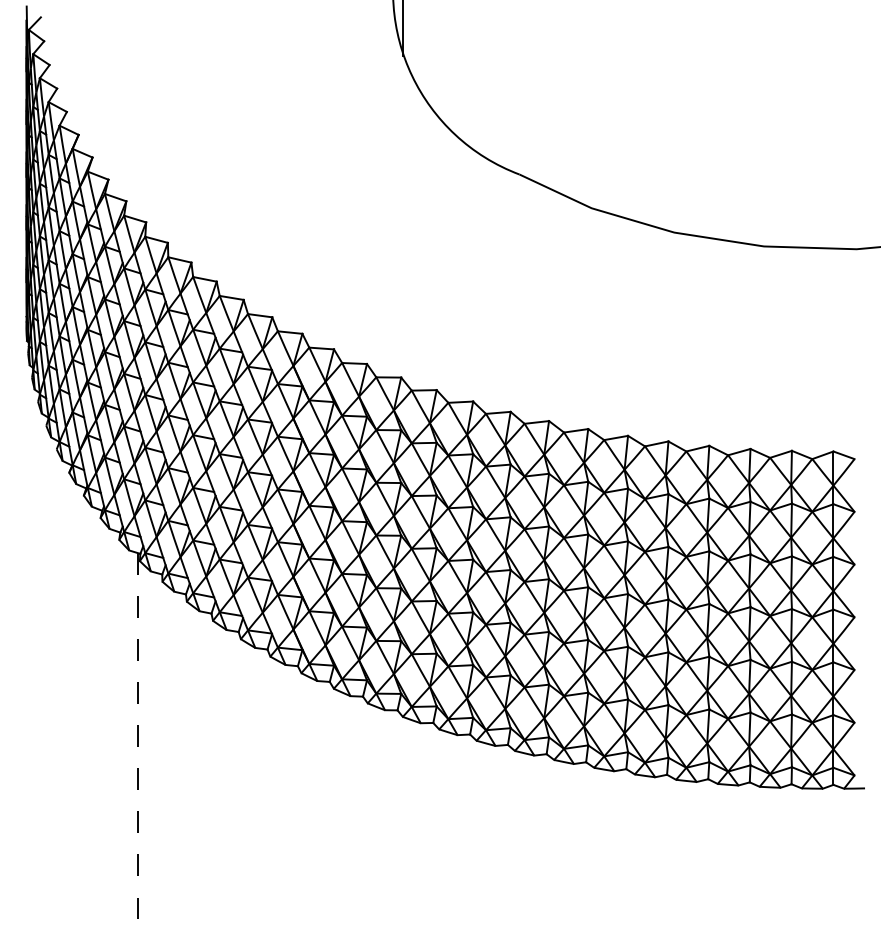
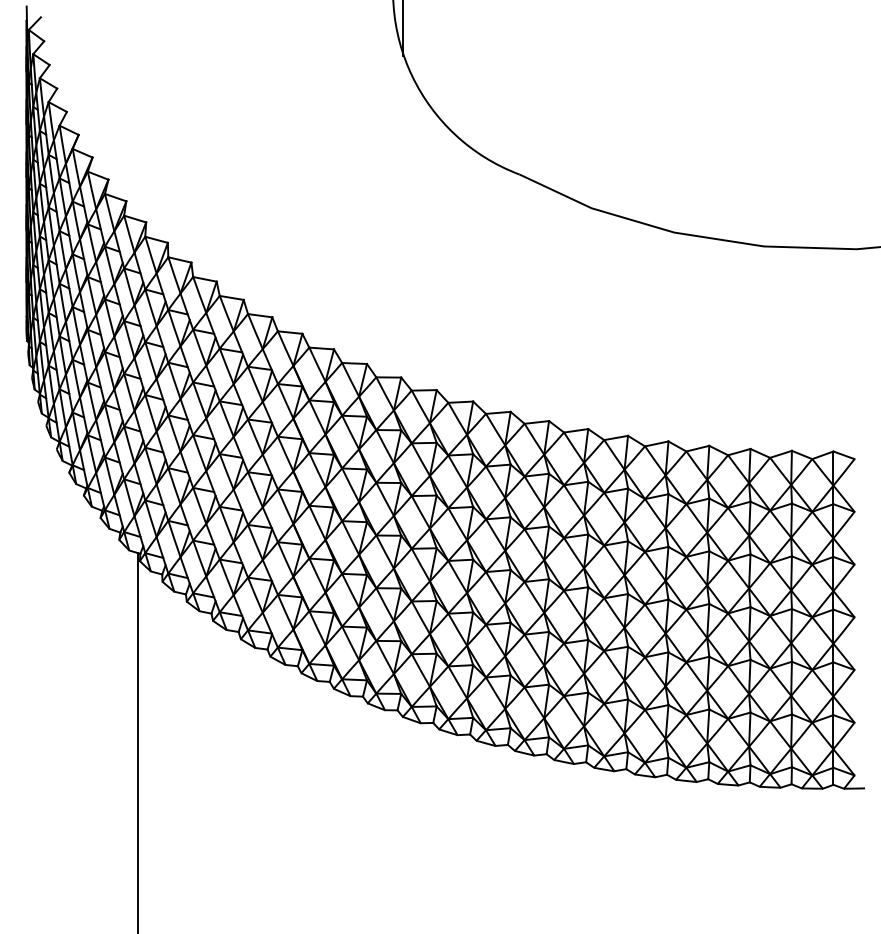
line at (138, 744): dashed -> solid
